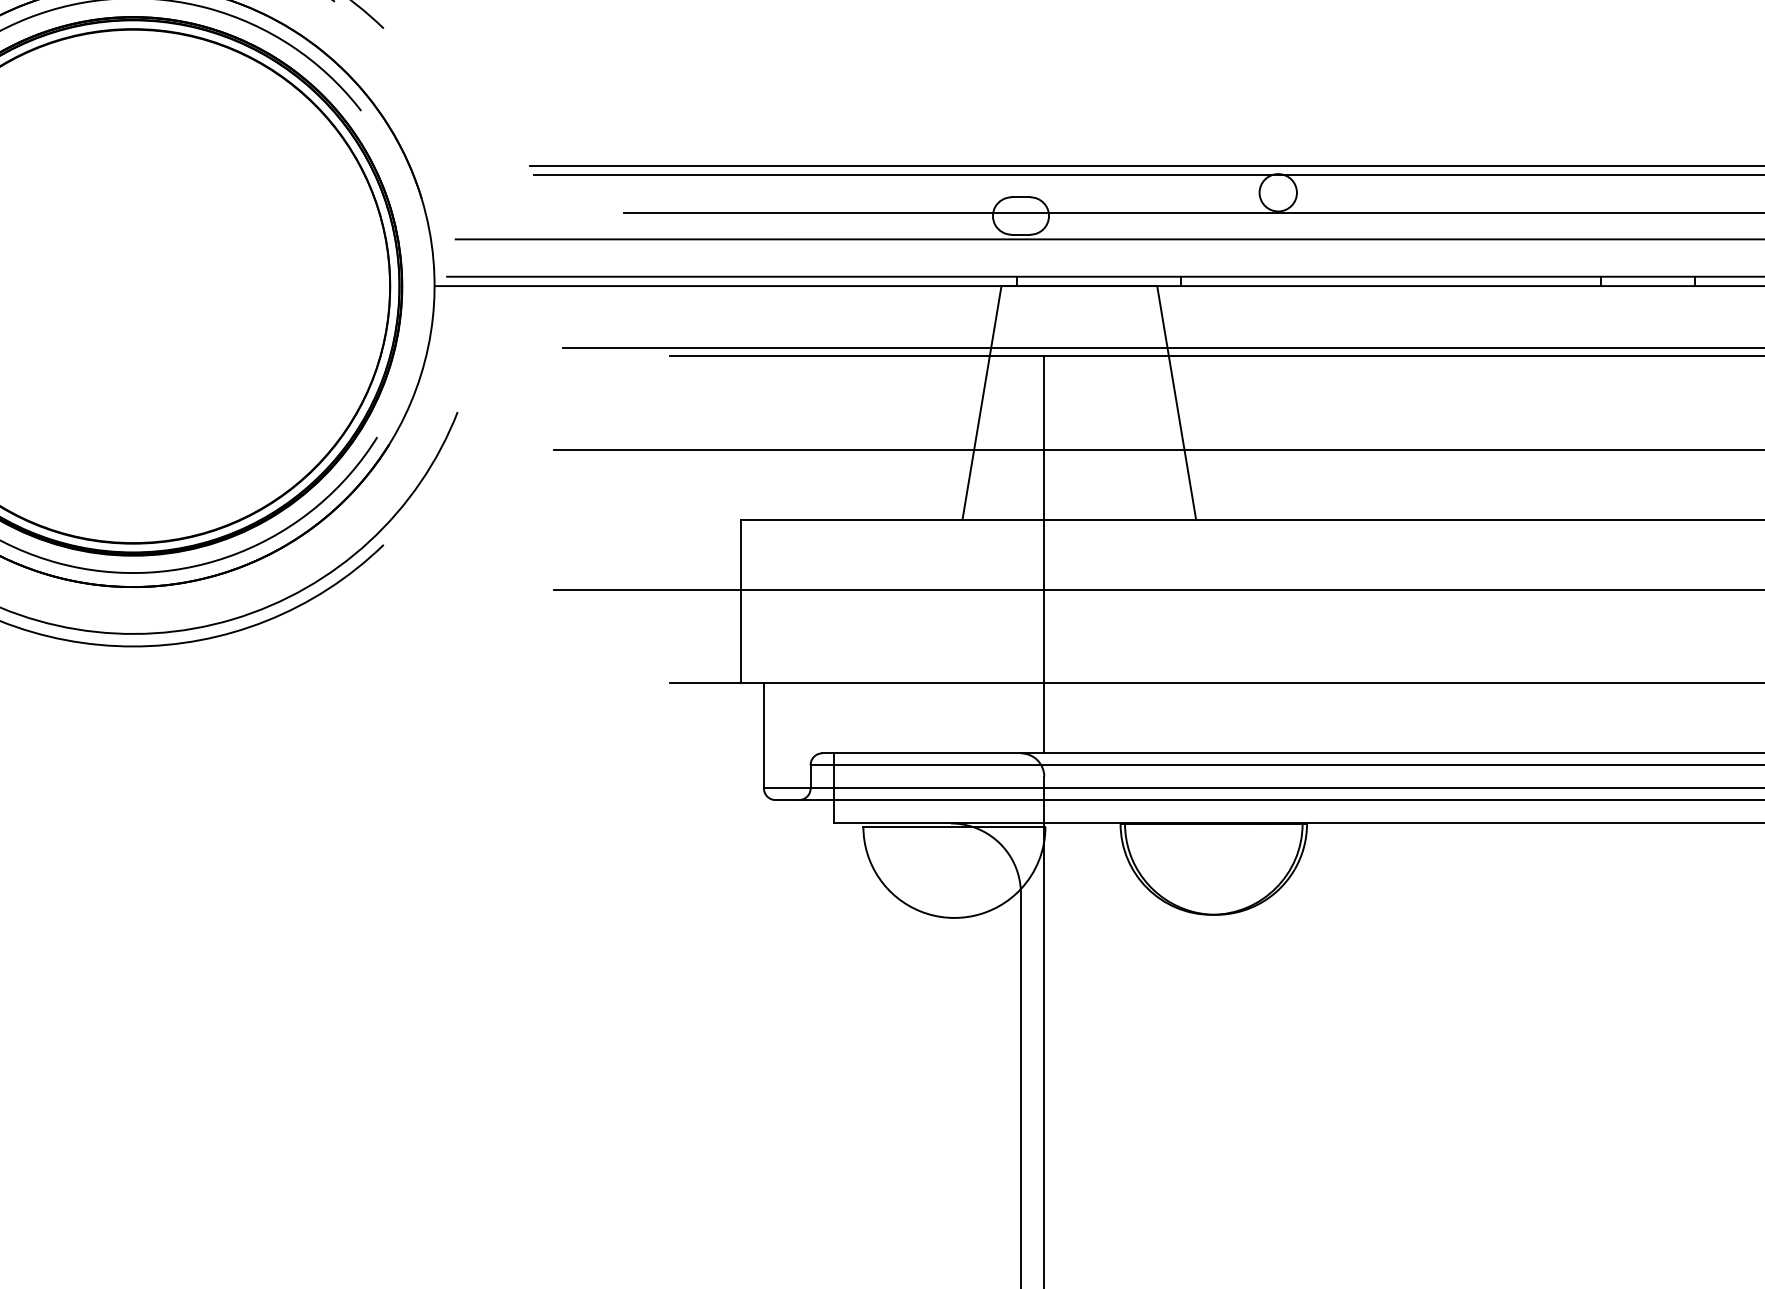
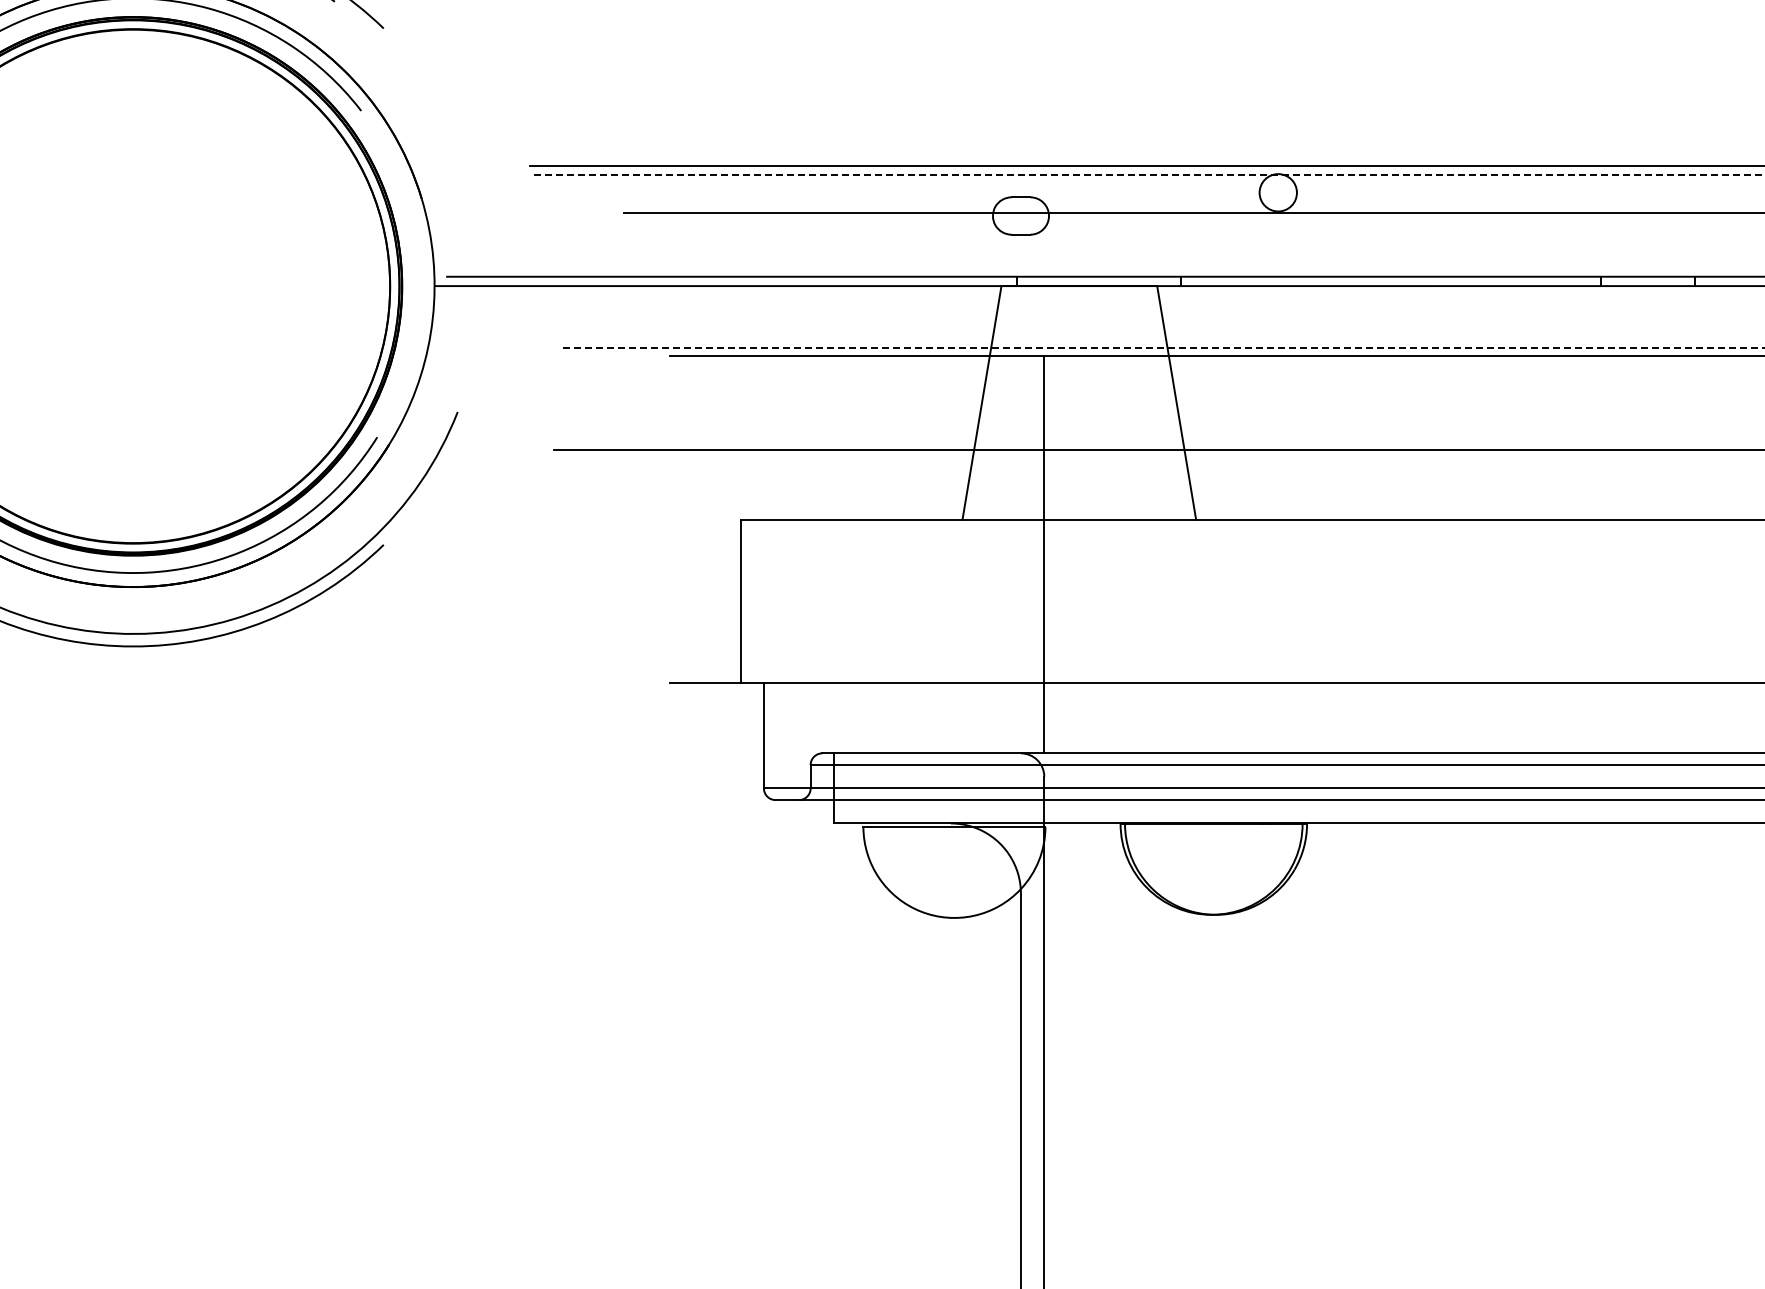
line at (1149, 174): solid -> dashed
line at (1108, 239): present -> none
line at (1163, 347): solid -> dashed
line at (1157, 589): present -> none
